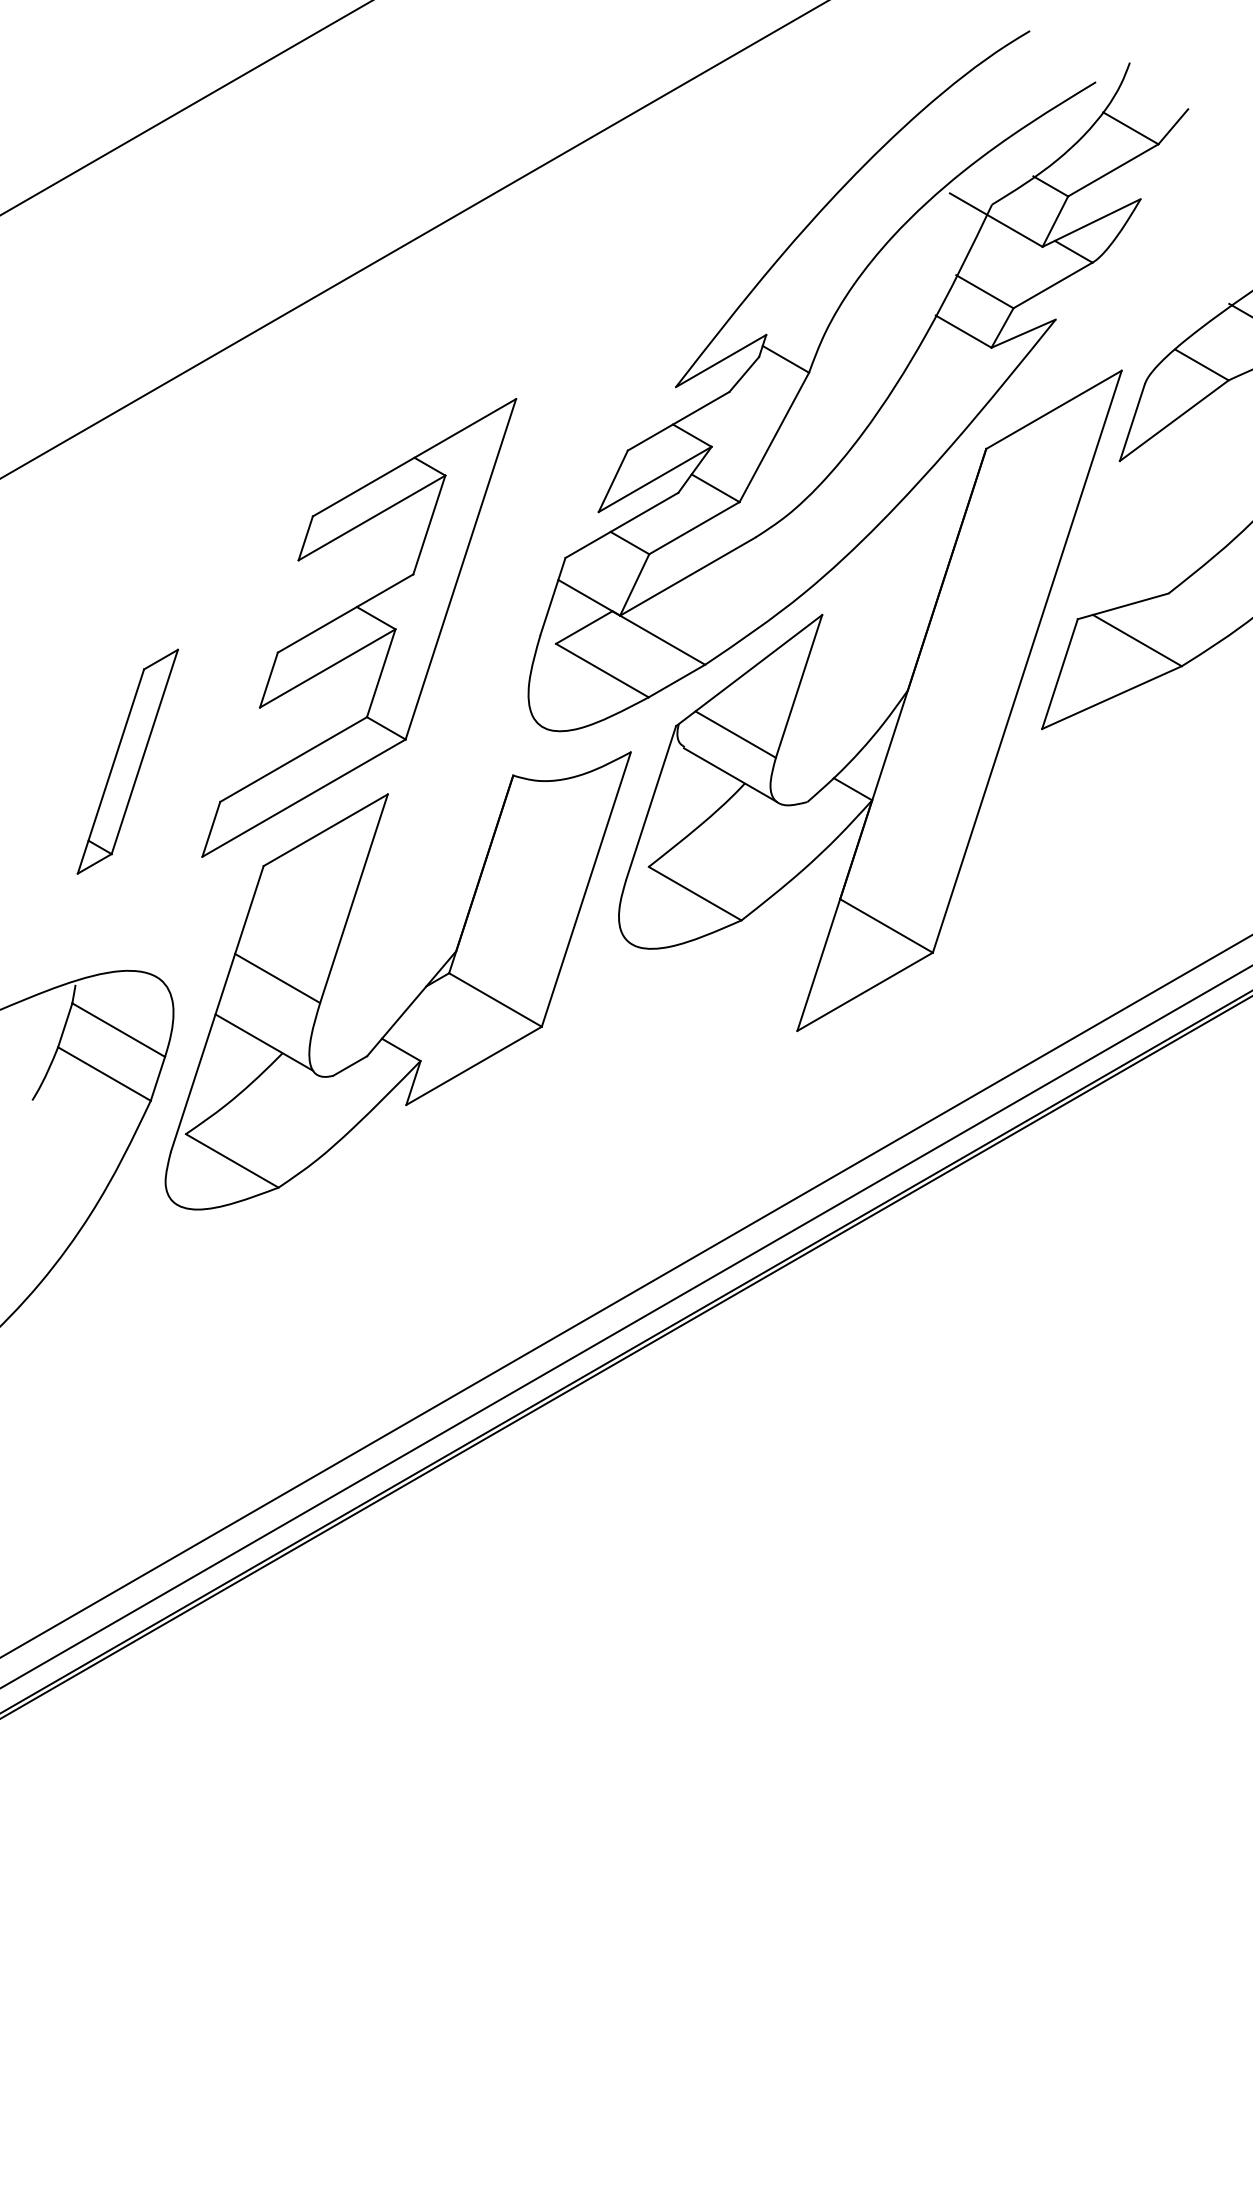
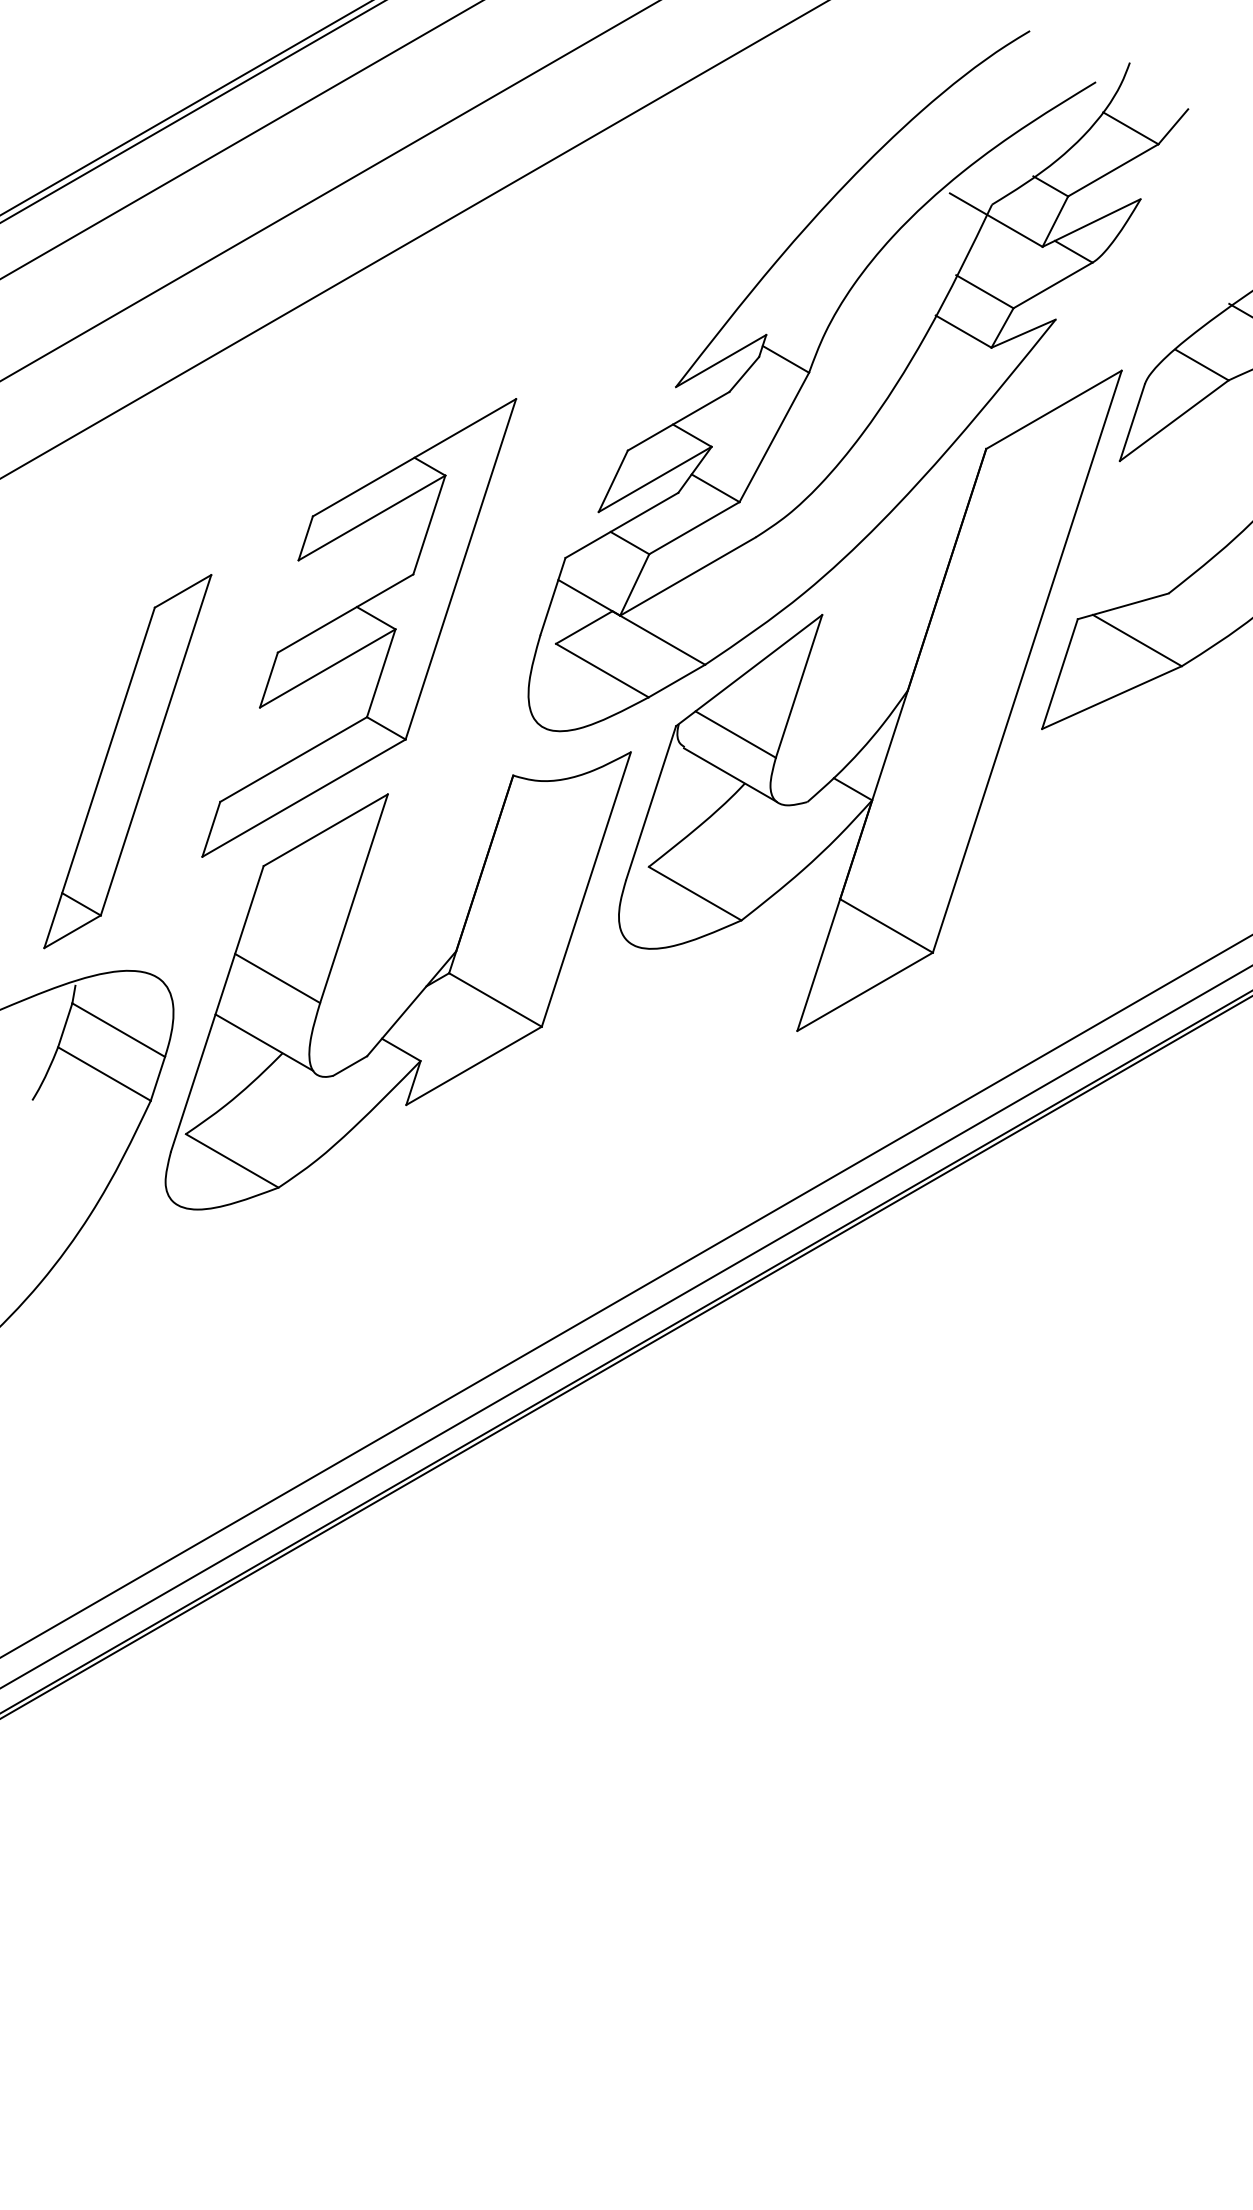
line at (192, 111): none -> present
line at (241, 140): none -> present
line at (329, 190): none -> present
part at (127, 761) size: 103x227 px -> 170x376 px
